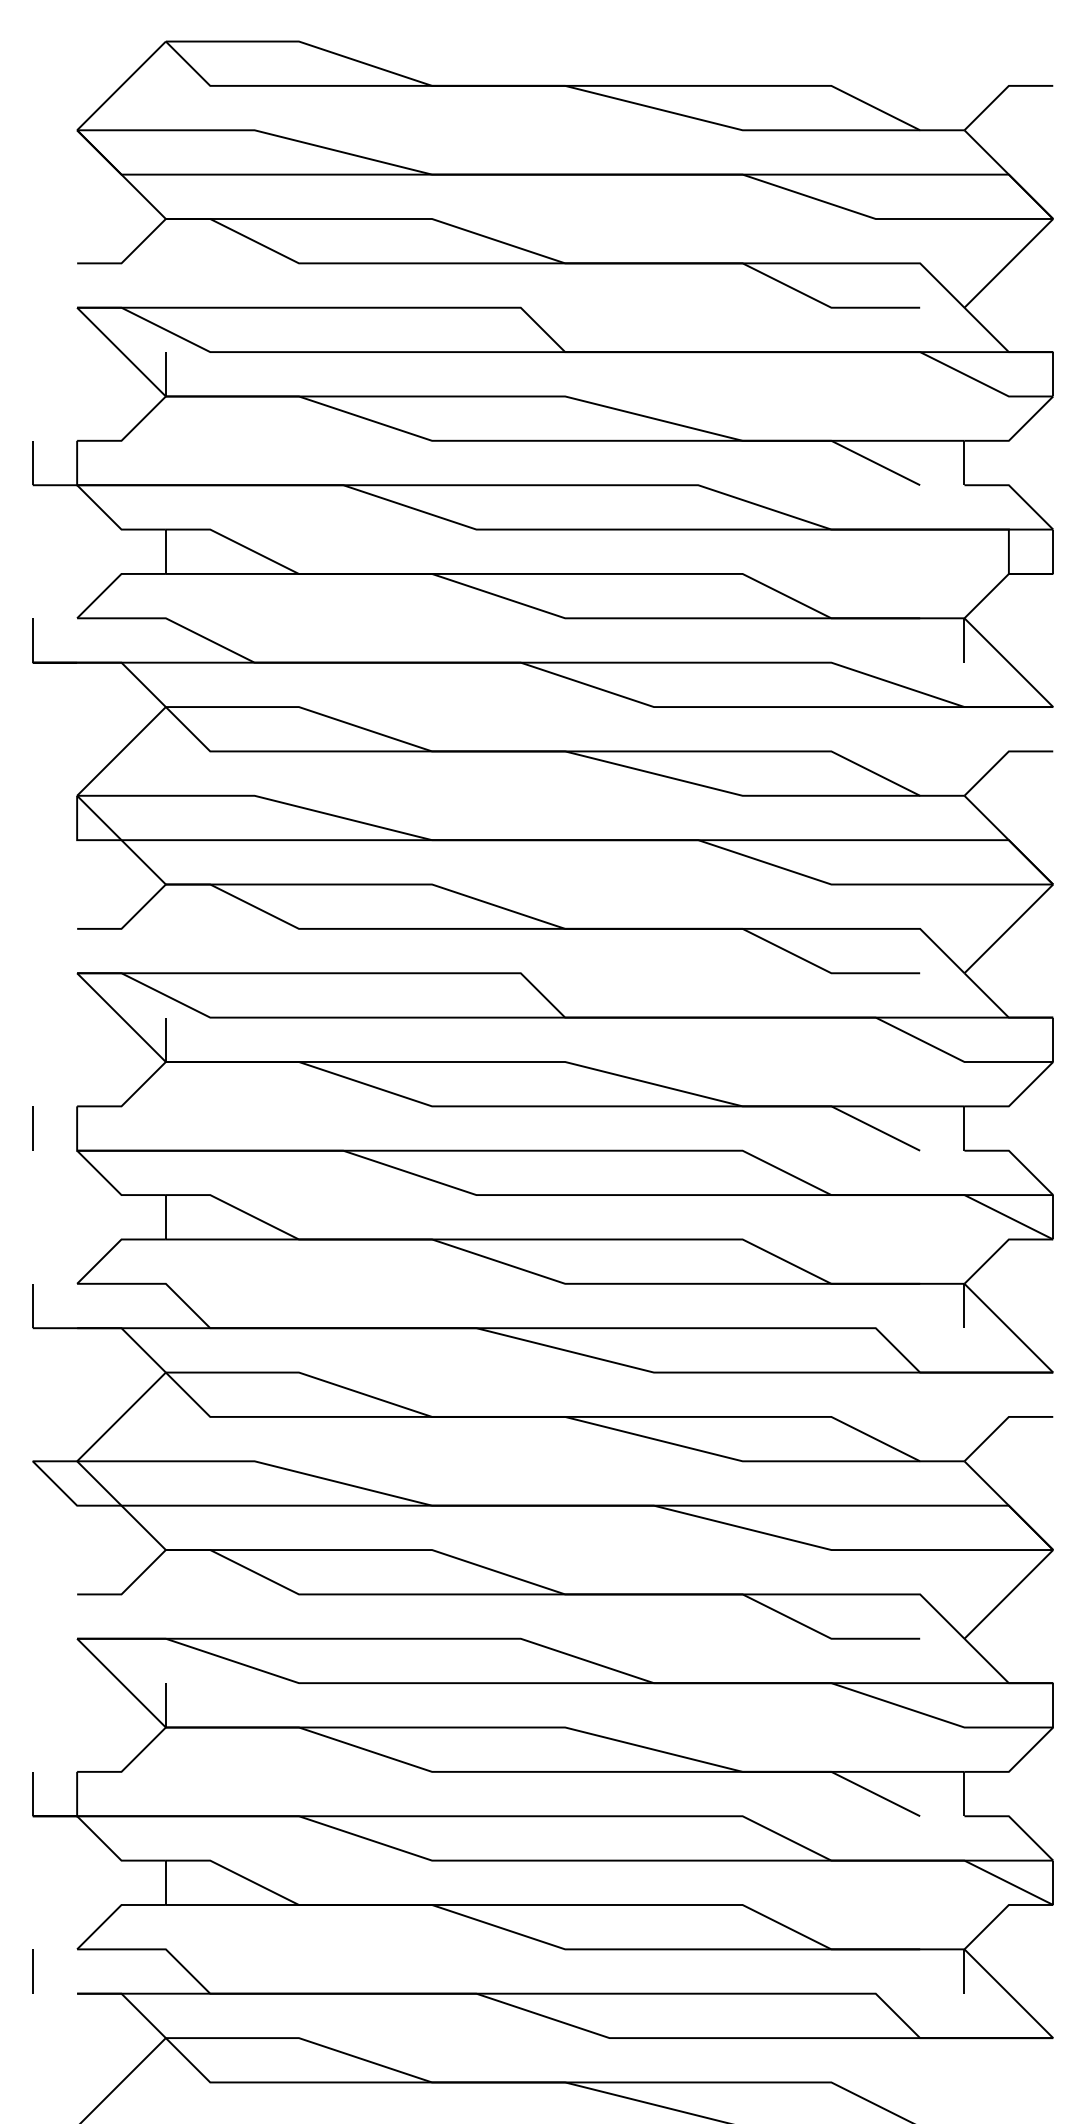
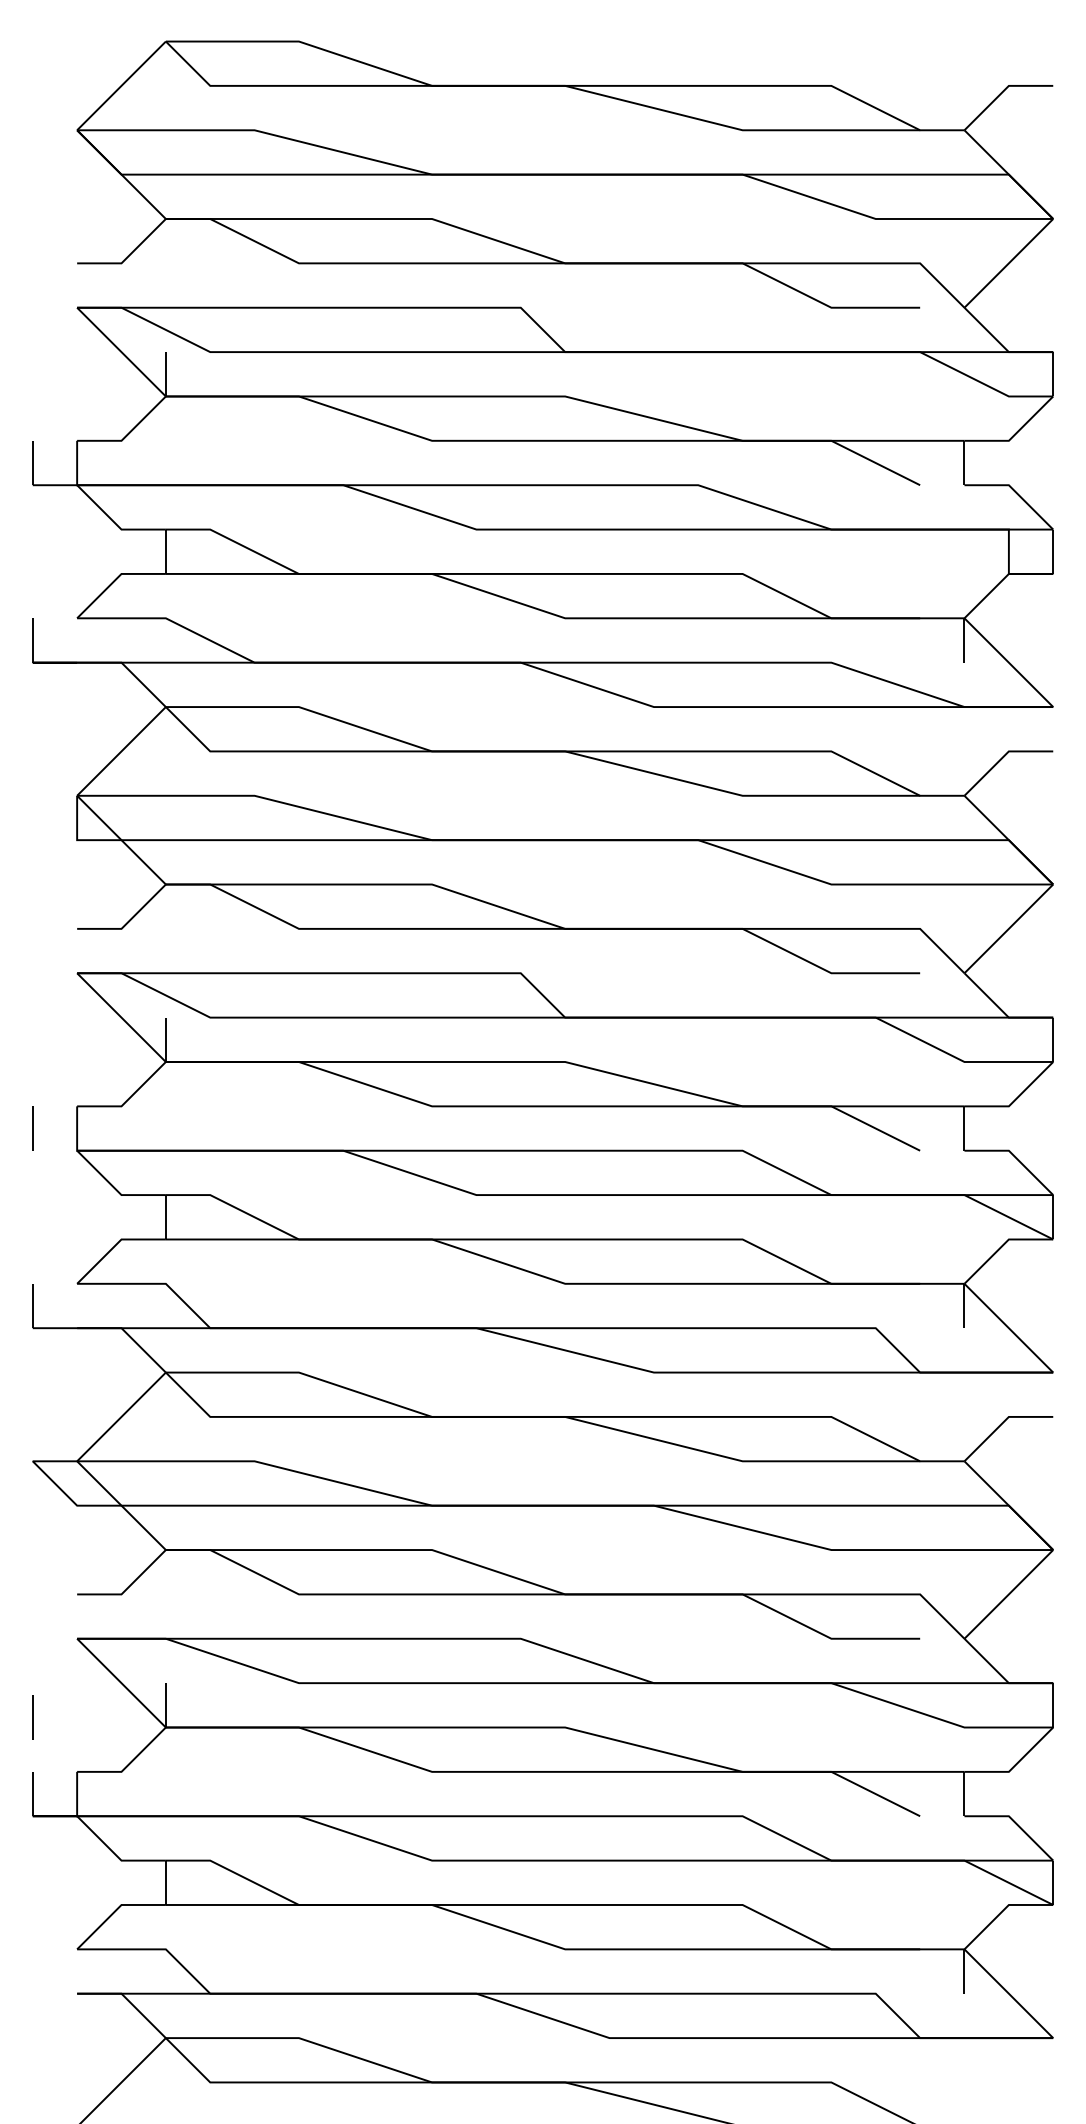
line at (32, 1971) position: (32, 1971) -> (32, 1717)
